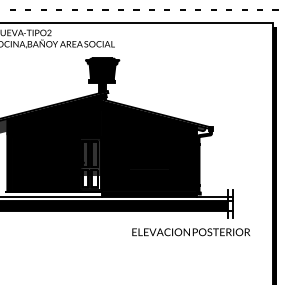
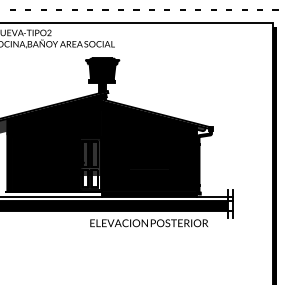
text at (191, 232) position: (191, 232) -> (149, 223)
